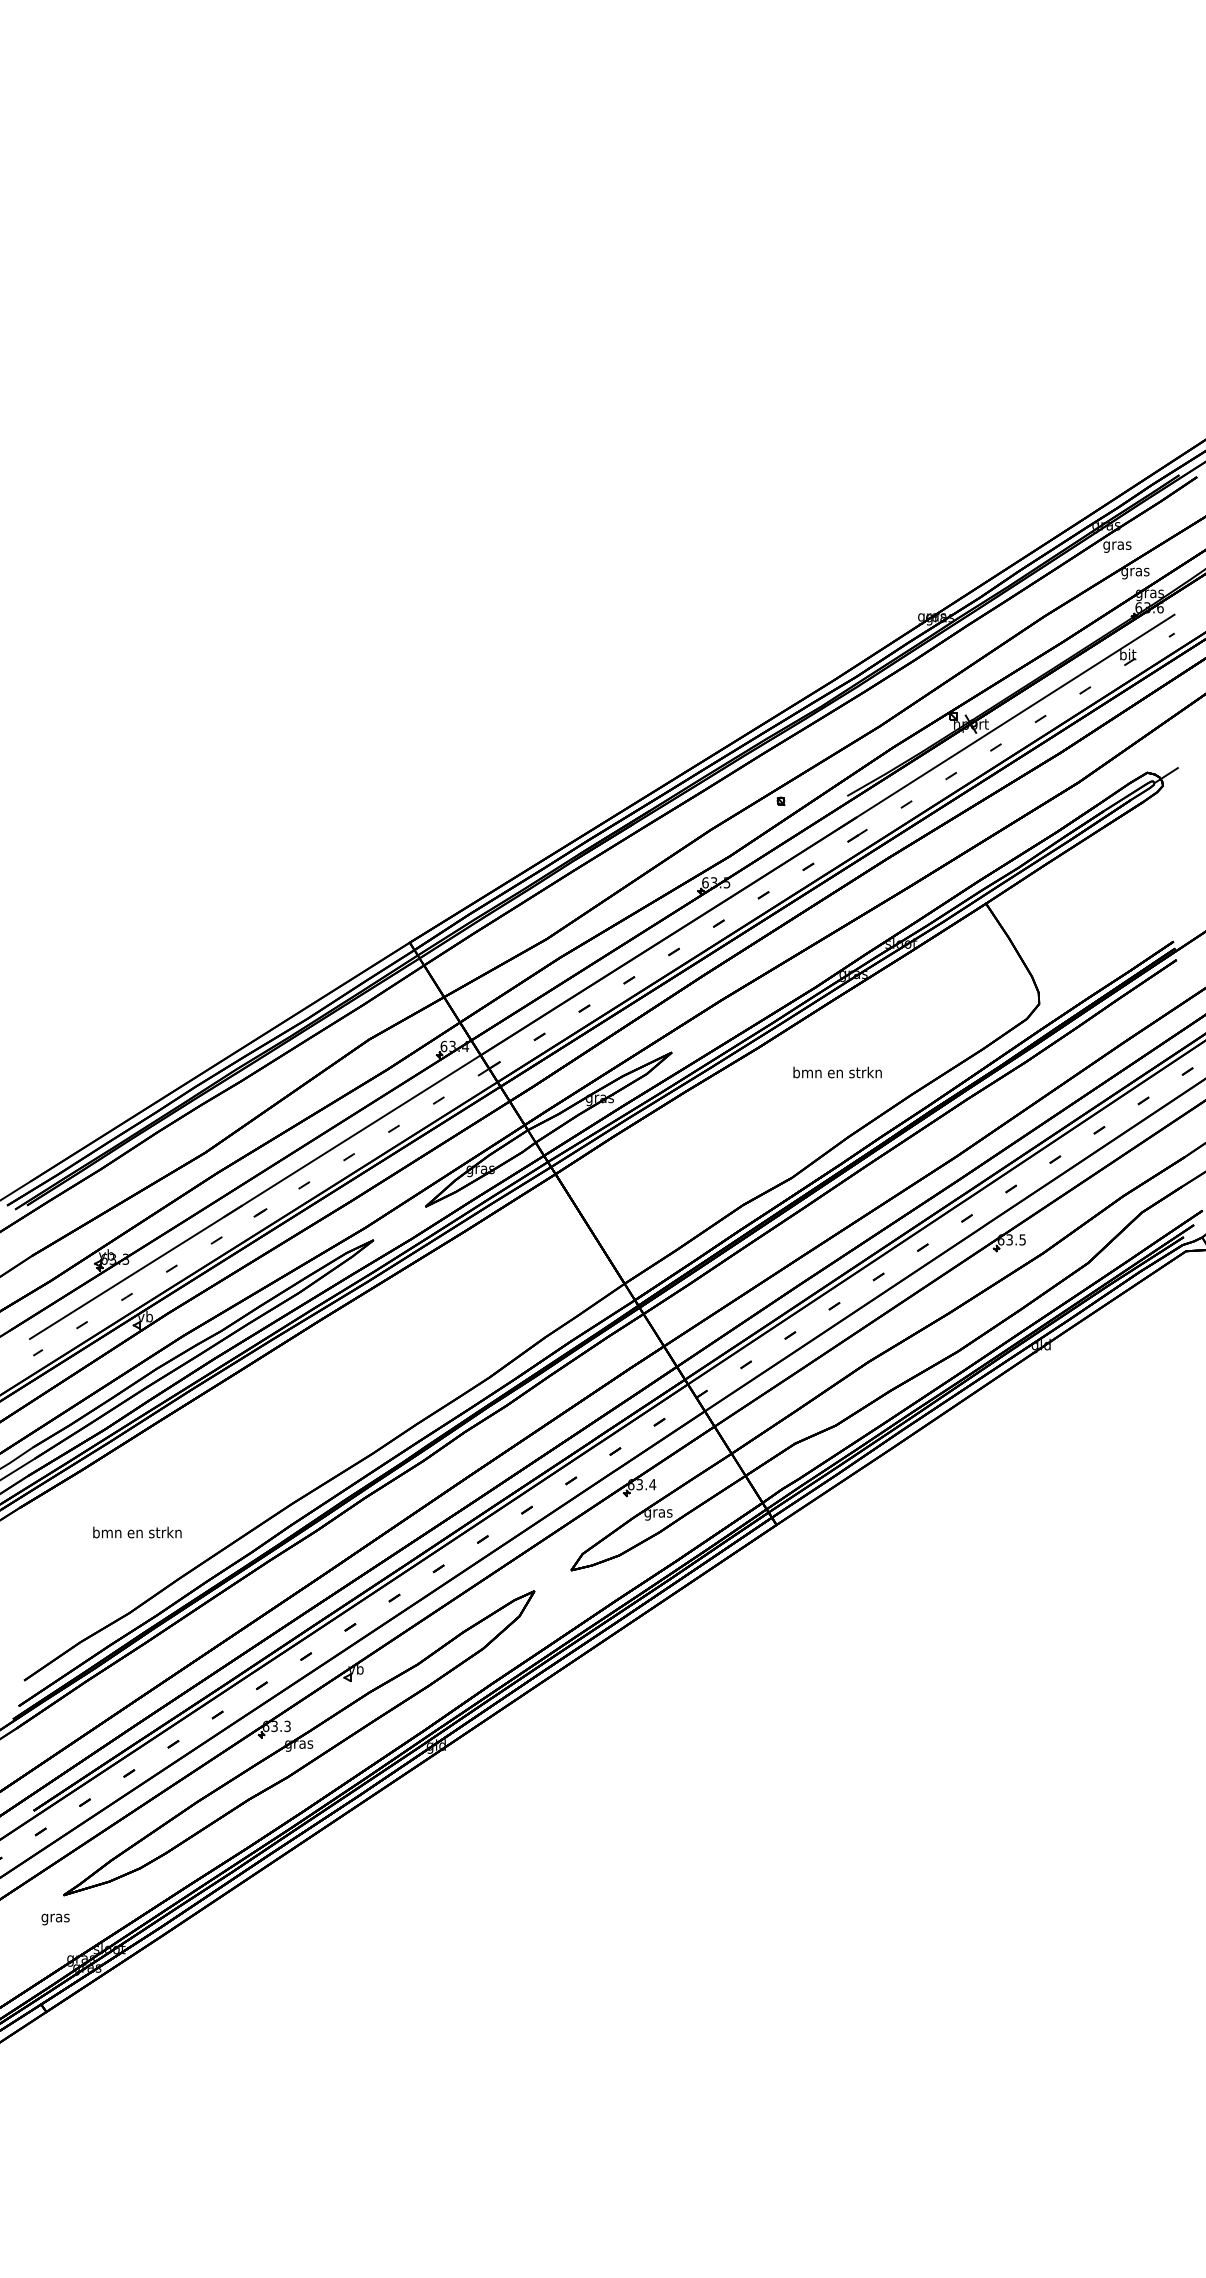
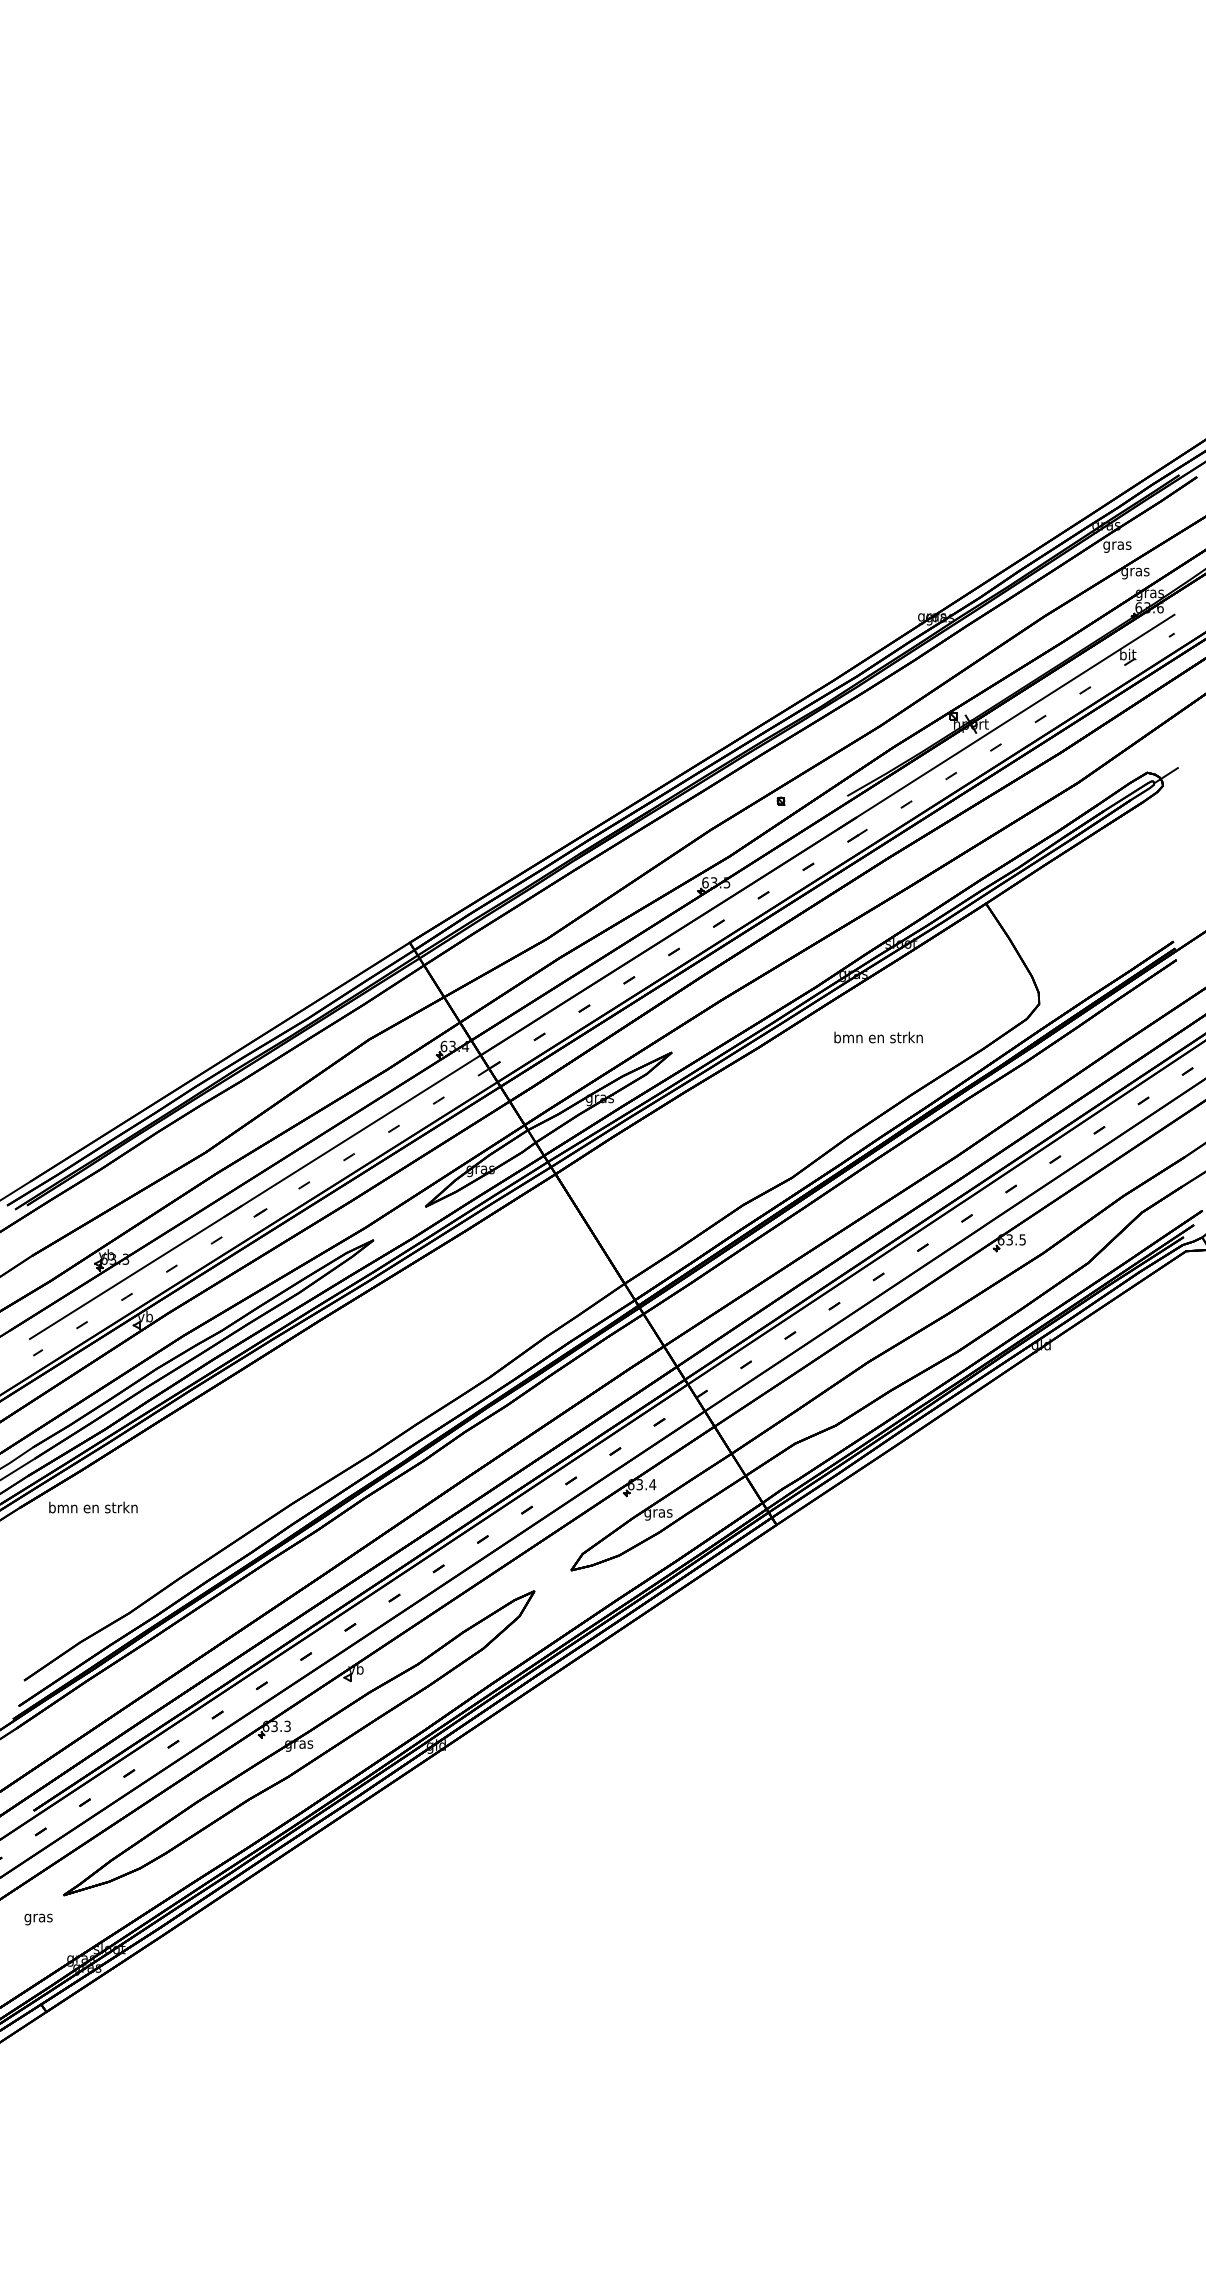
text at (837, 1072) position: (837, 1072) -> (878, 1037)
text at (137, 1532) position: (137, 1532) -> (93, 1507)
text at (55, 1919) position: (55, 1919) -> (38, 1919)
